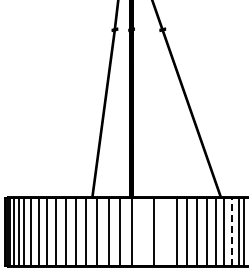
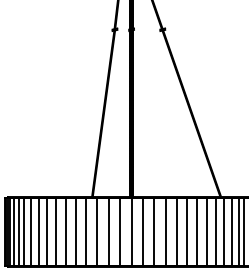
line at (142, 231): none -> present
line at (165, 231): none -> present
line at (231, 231): dashed -> solid
